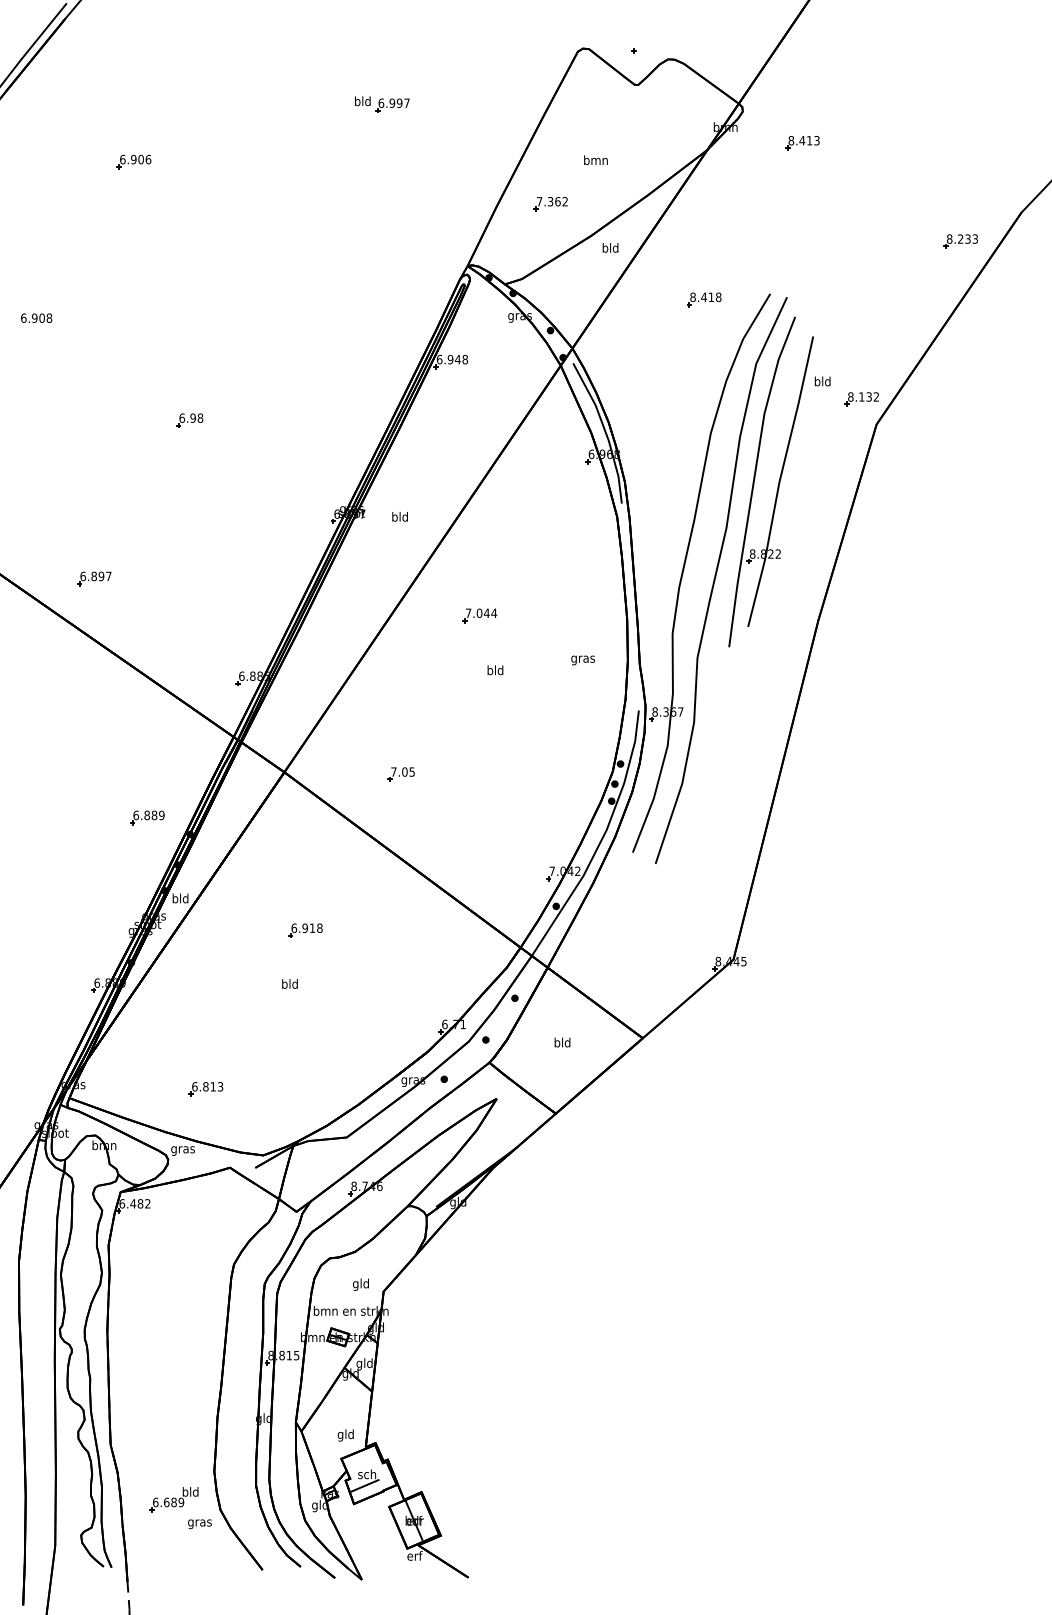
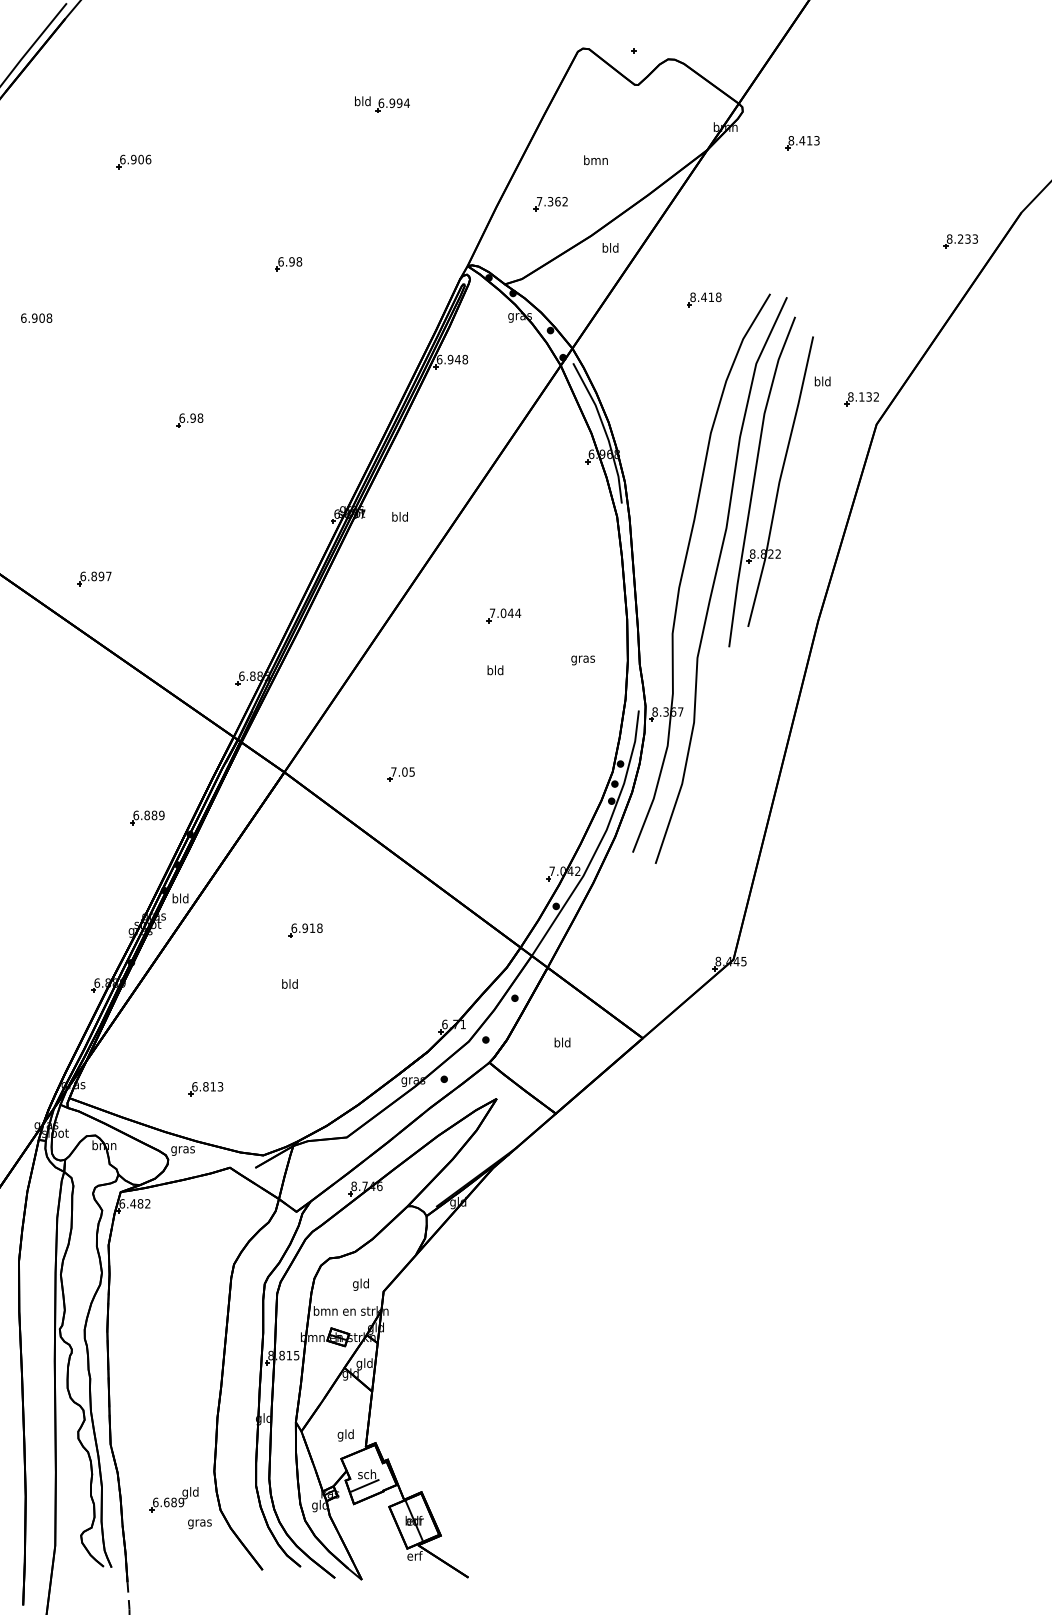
text at (406, 102): 6.997 -> 6.994
part at (288, 264): none -> present
part at (479, 615) position: (479, 615) -> (503, 615)
text at (185, 1493): bld -> gld
